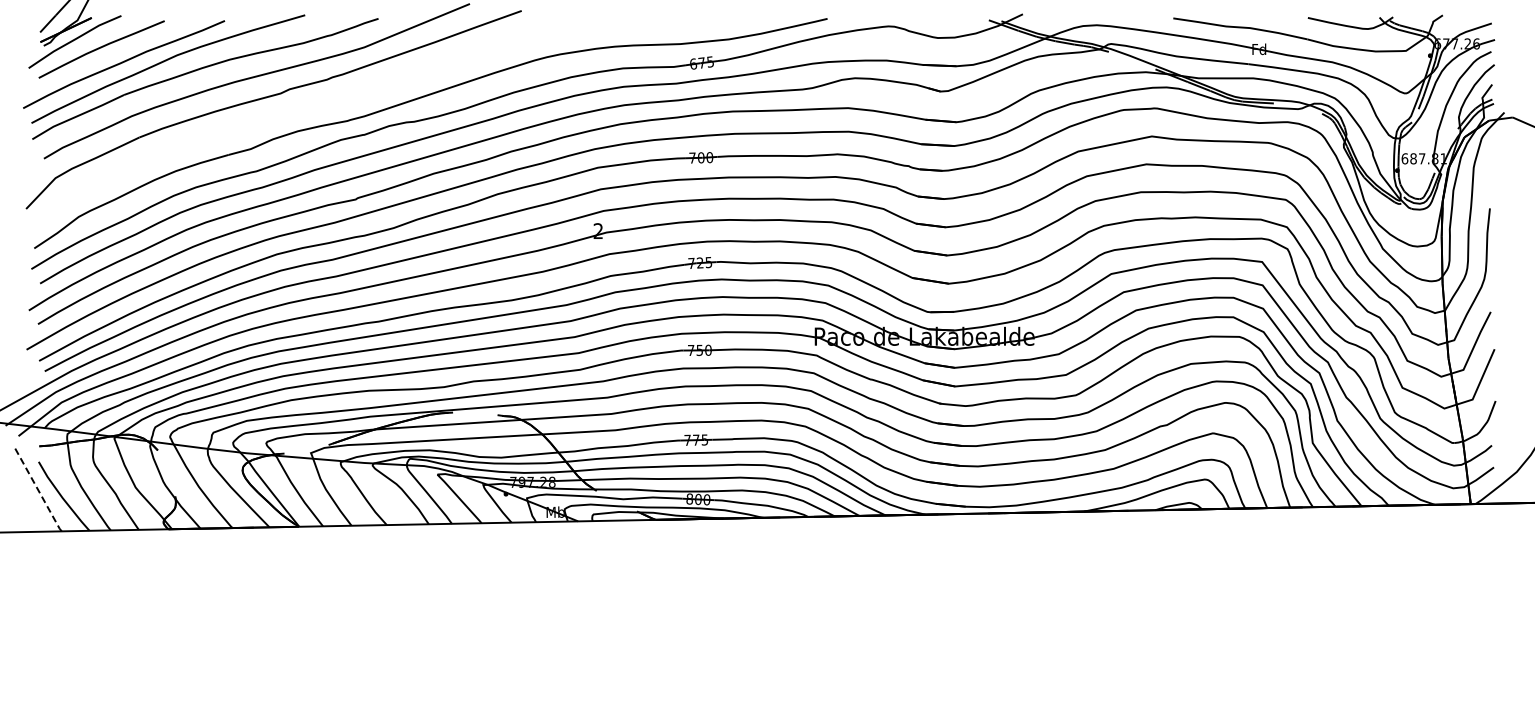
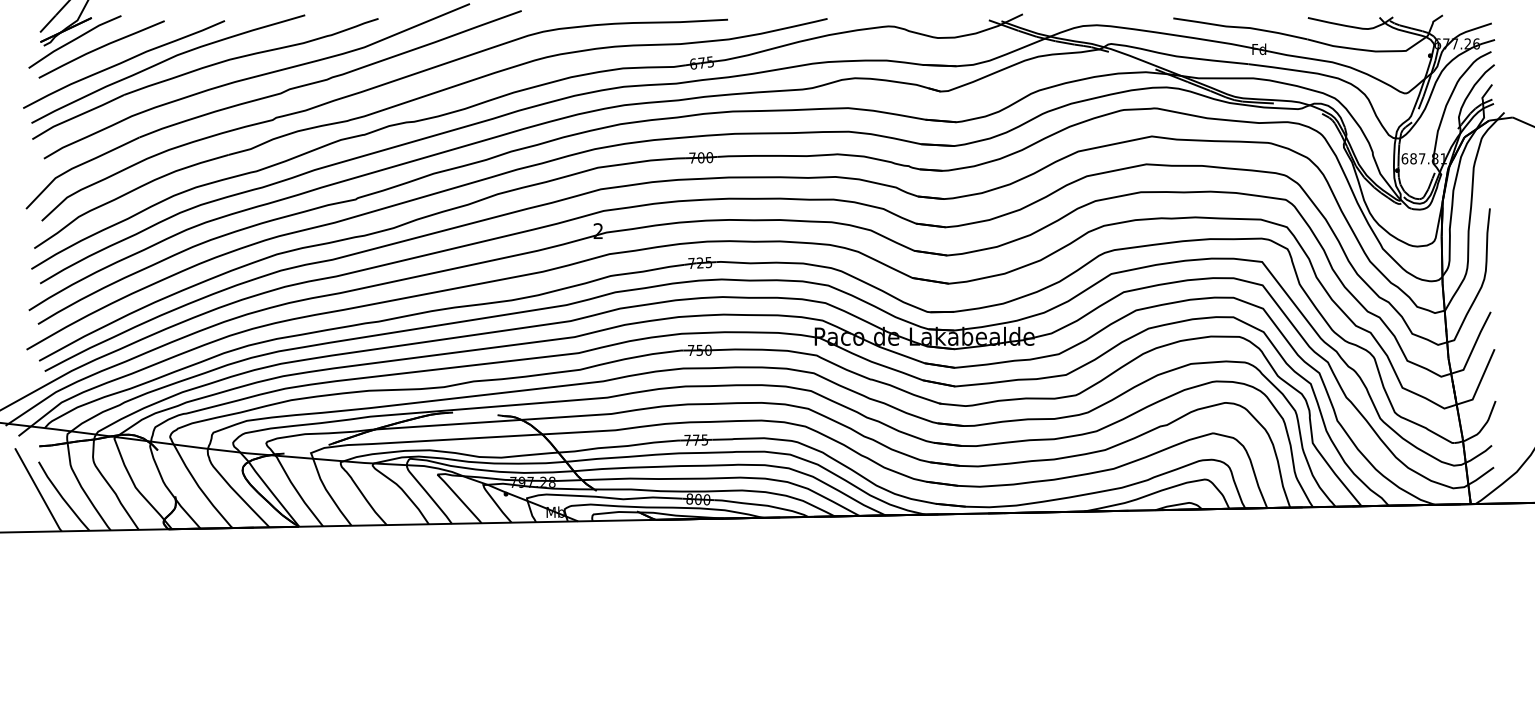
curve at (375, 88): none -> present
line at (38, 490): dashed -> solid
